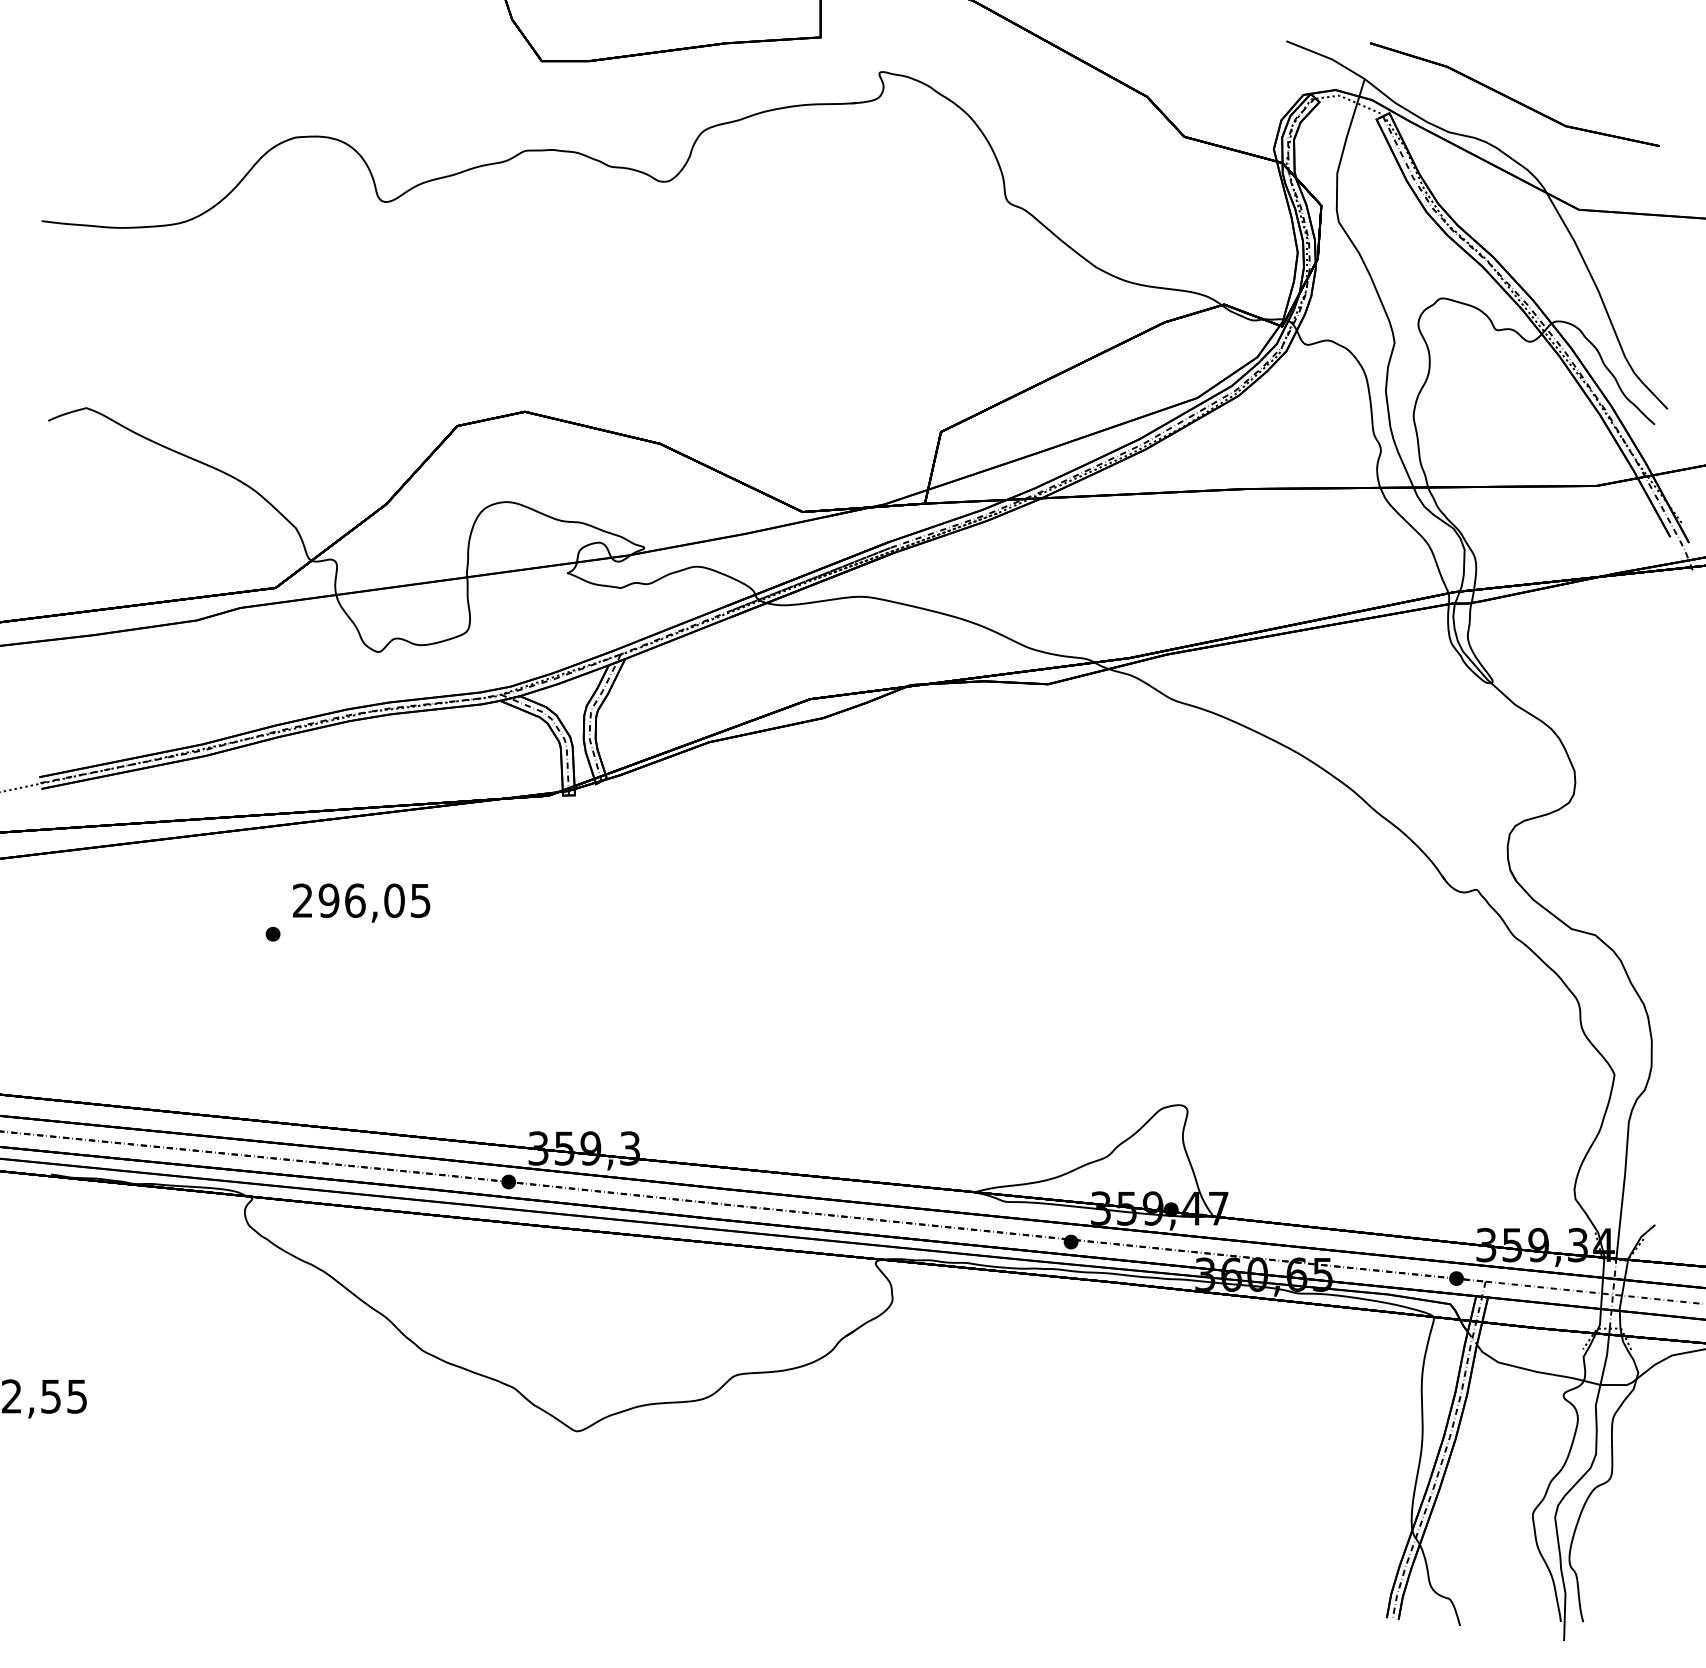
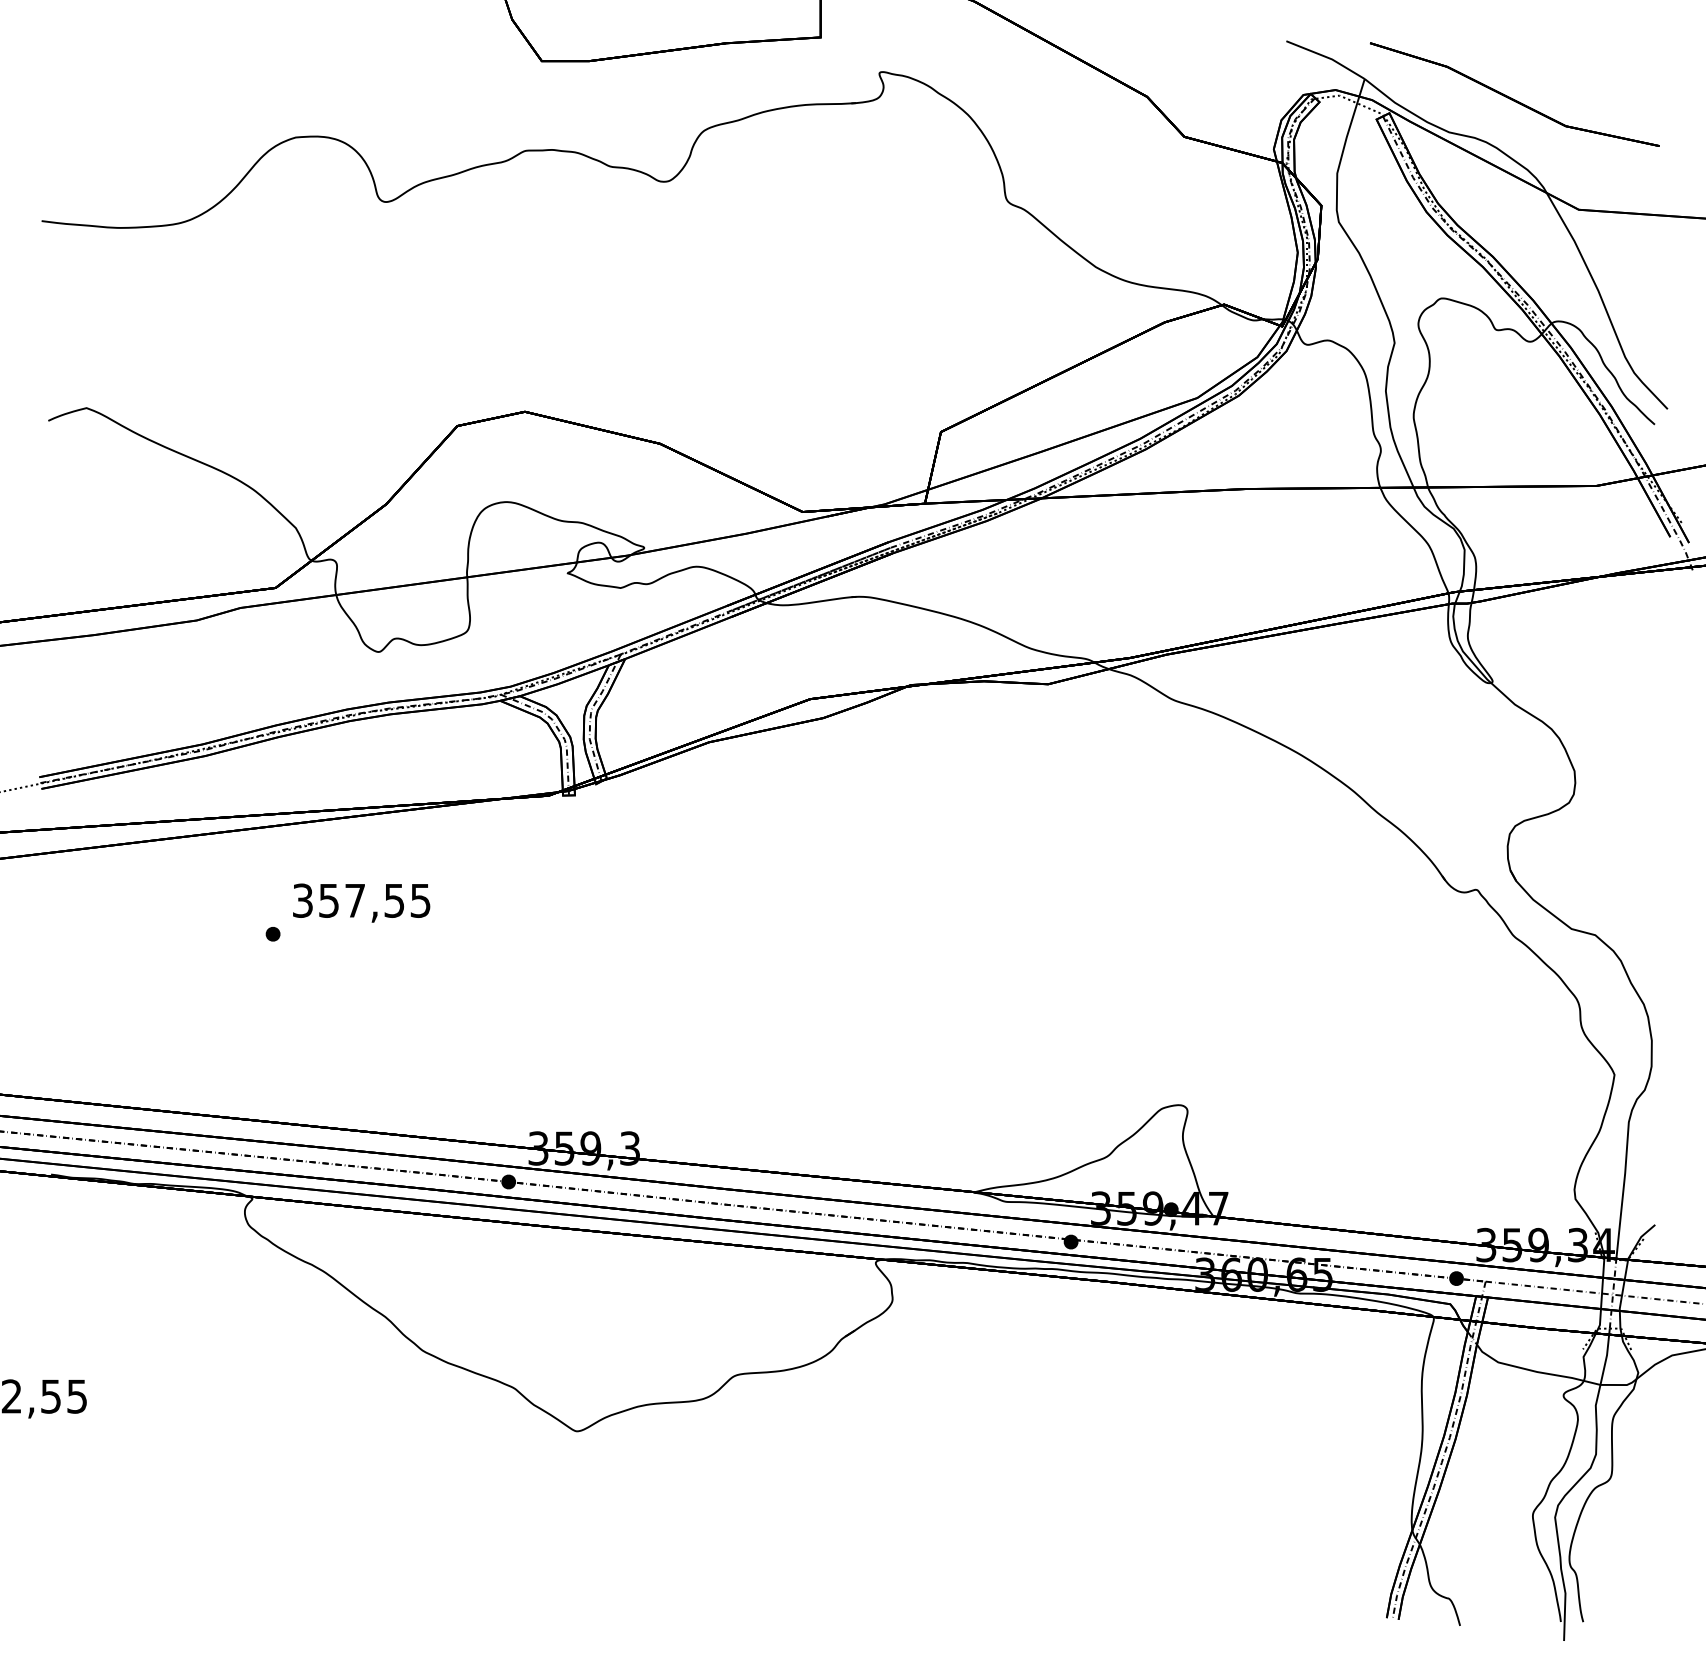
text at (348, 900): 296,05 -> 357,55
